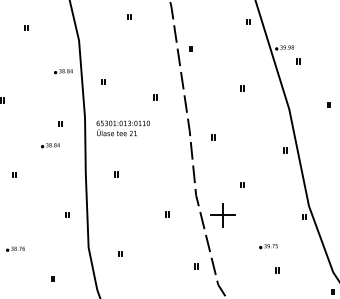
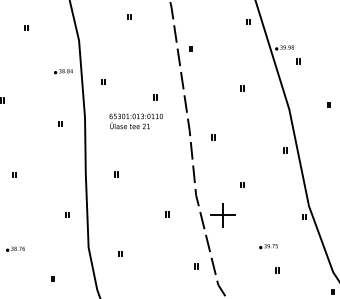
text at (122, 128) position: (122, 128) -> (135, 121)
part at (50, 145): present -> none
